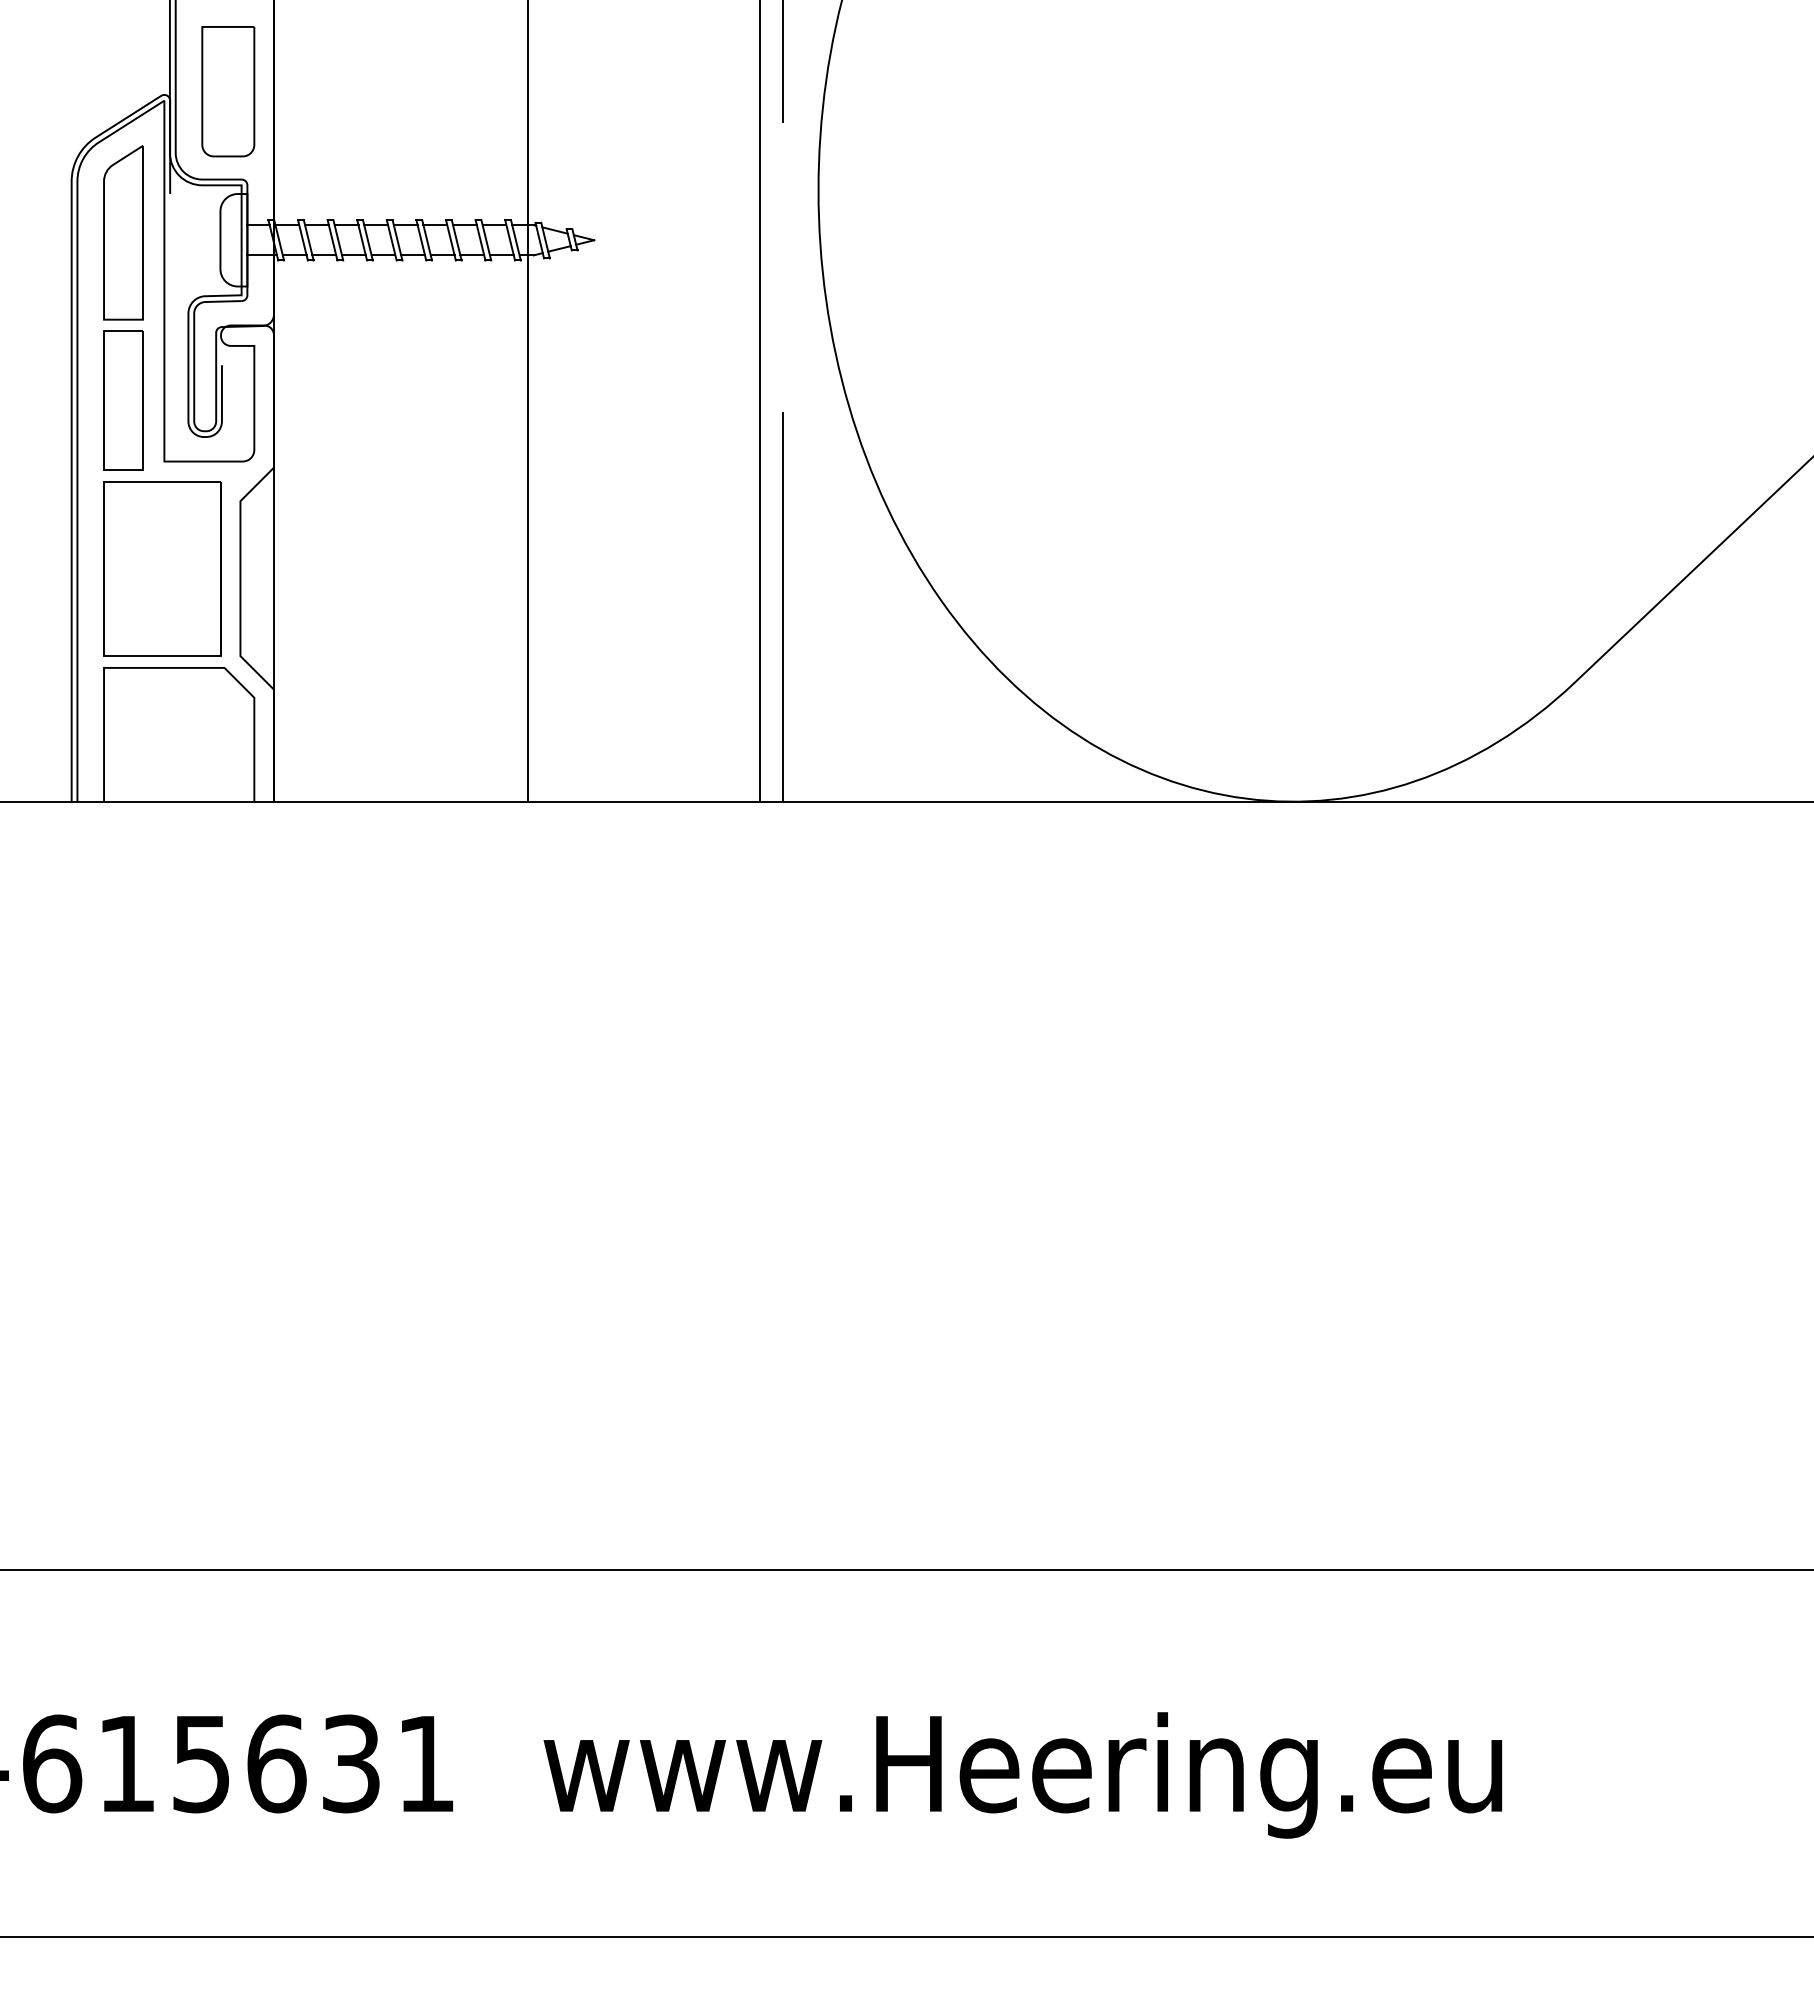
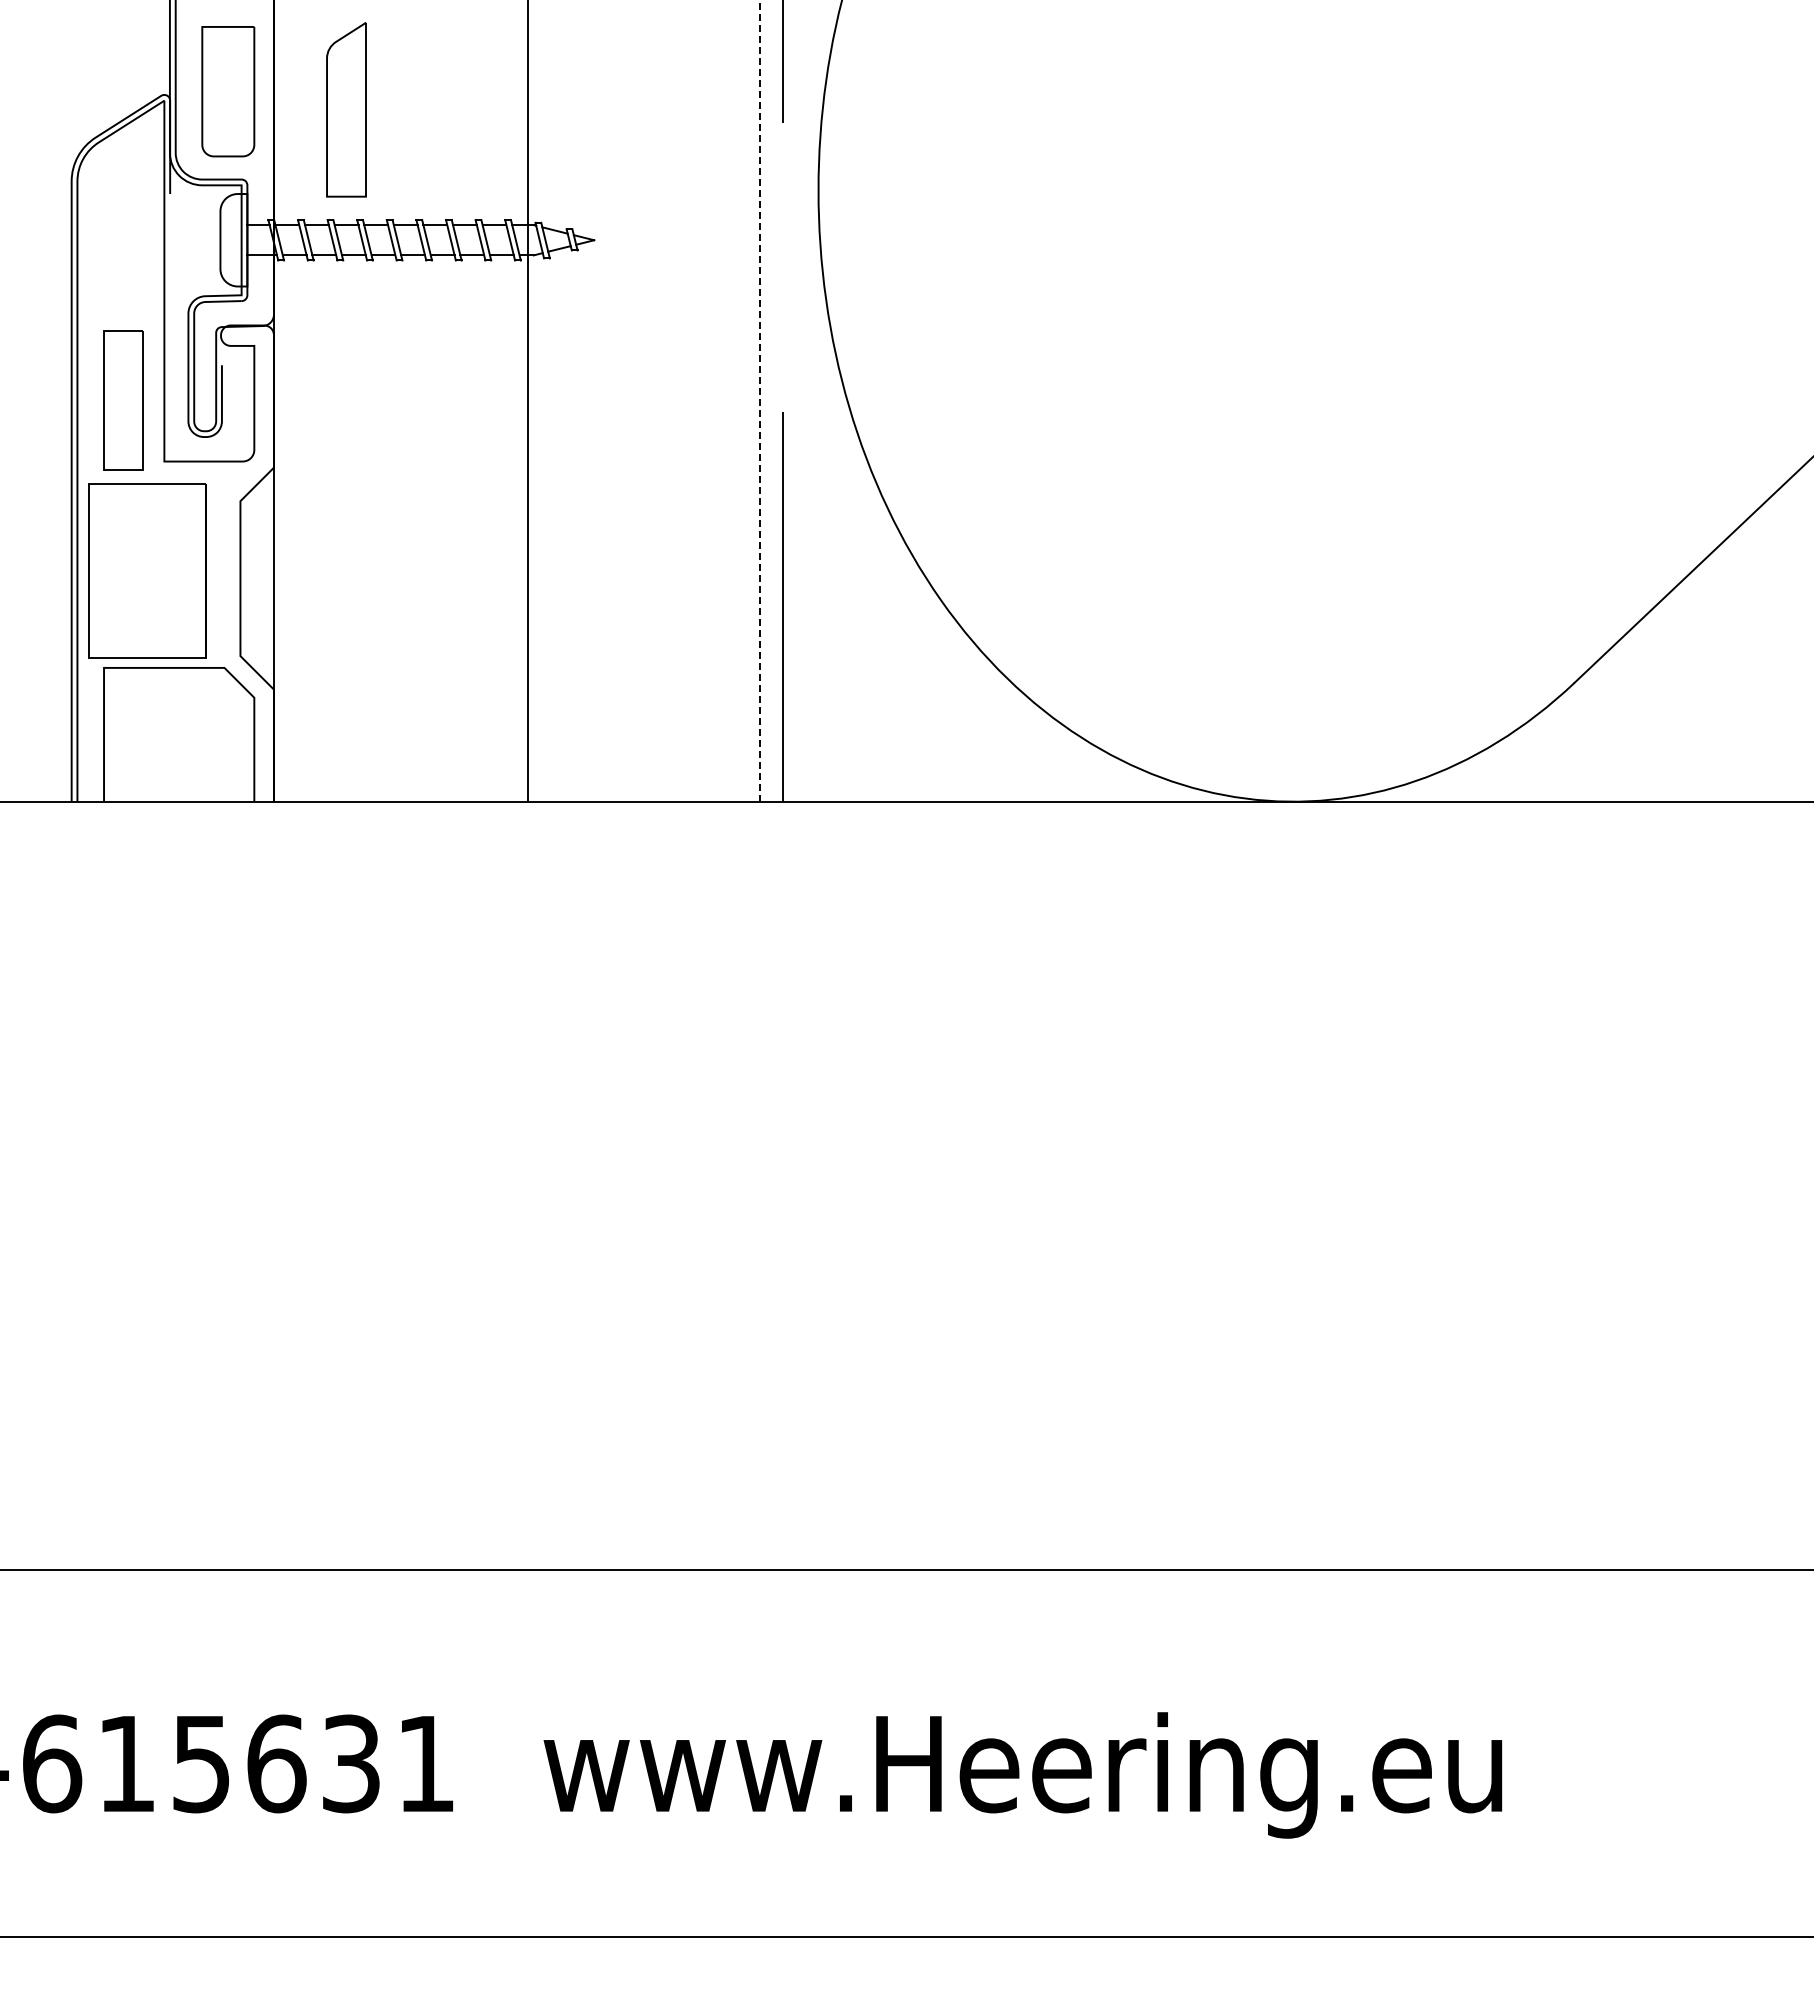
part at (123, 232) position: (123, 232) -> (346, 109)
line at (759, 400): solid -> dashed
part at (162, 568) position: (162, 568) -> (147, 570)
